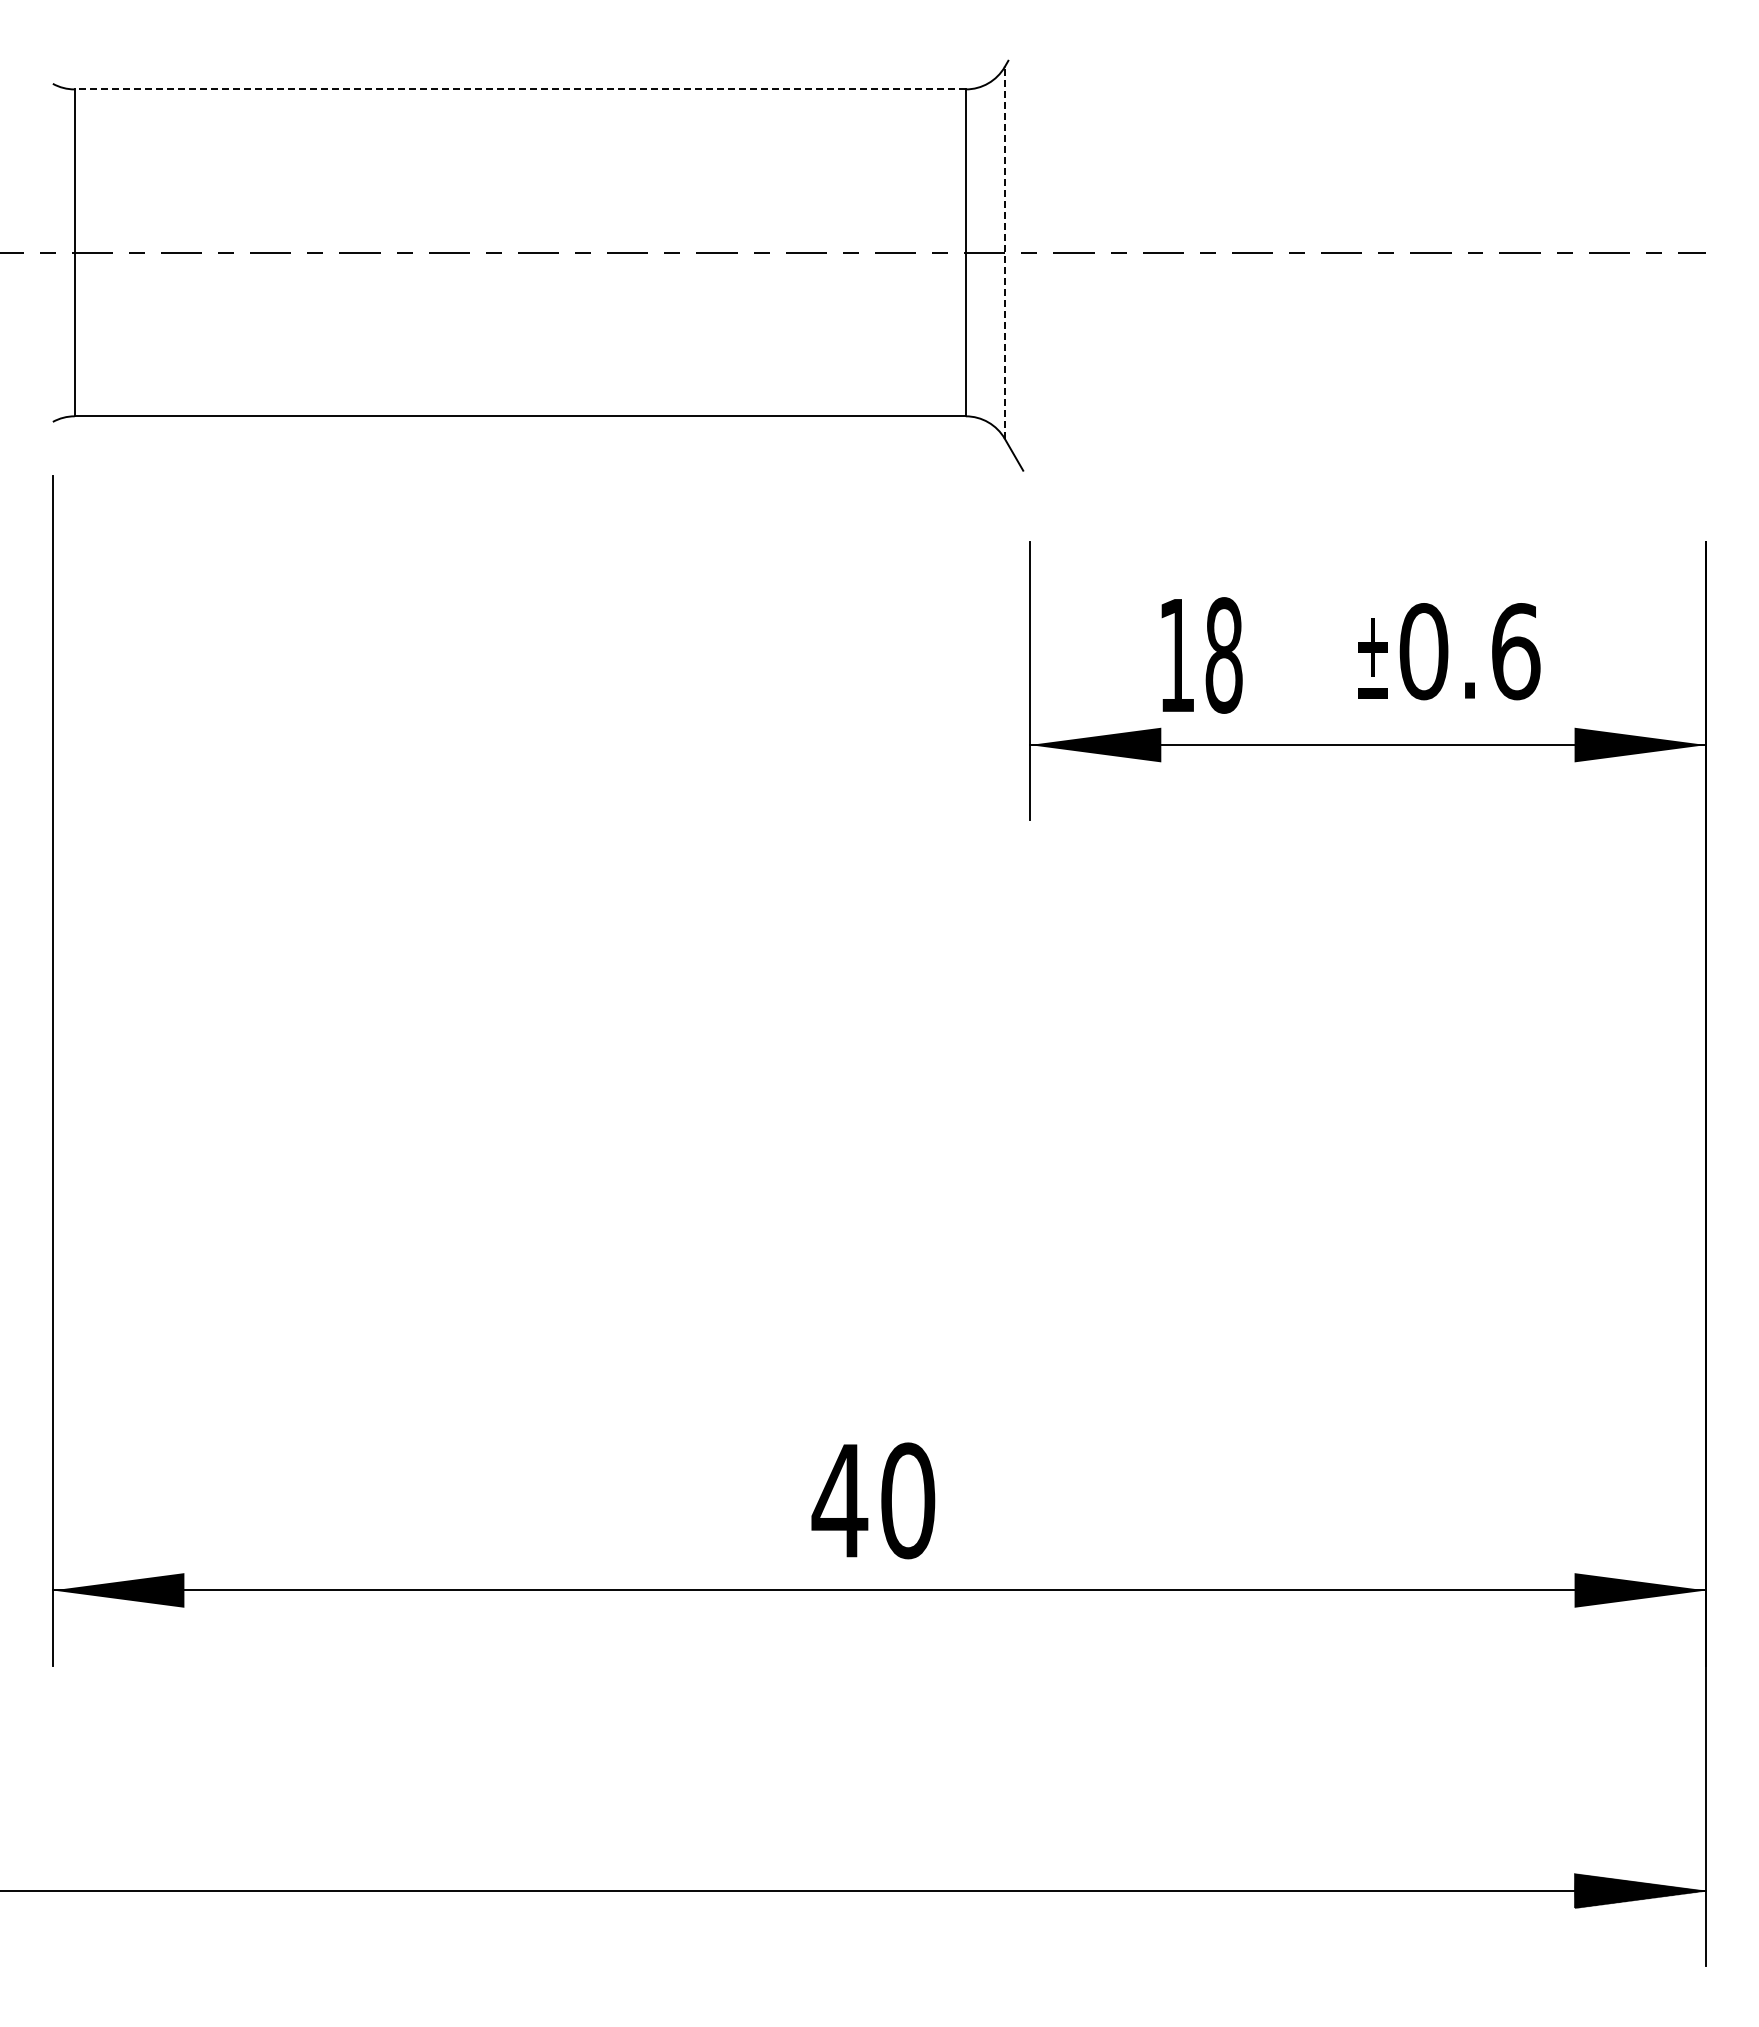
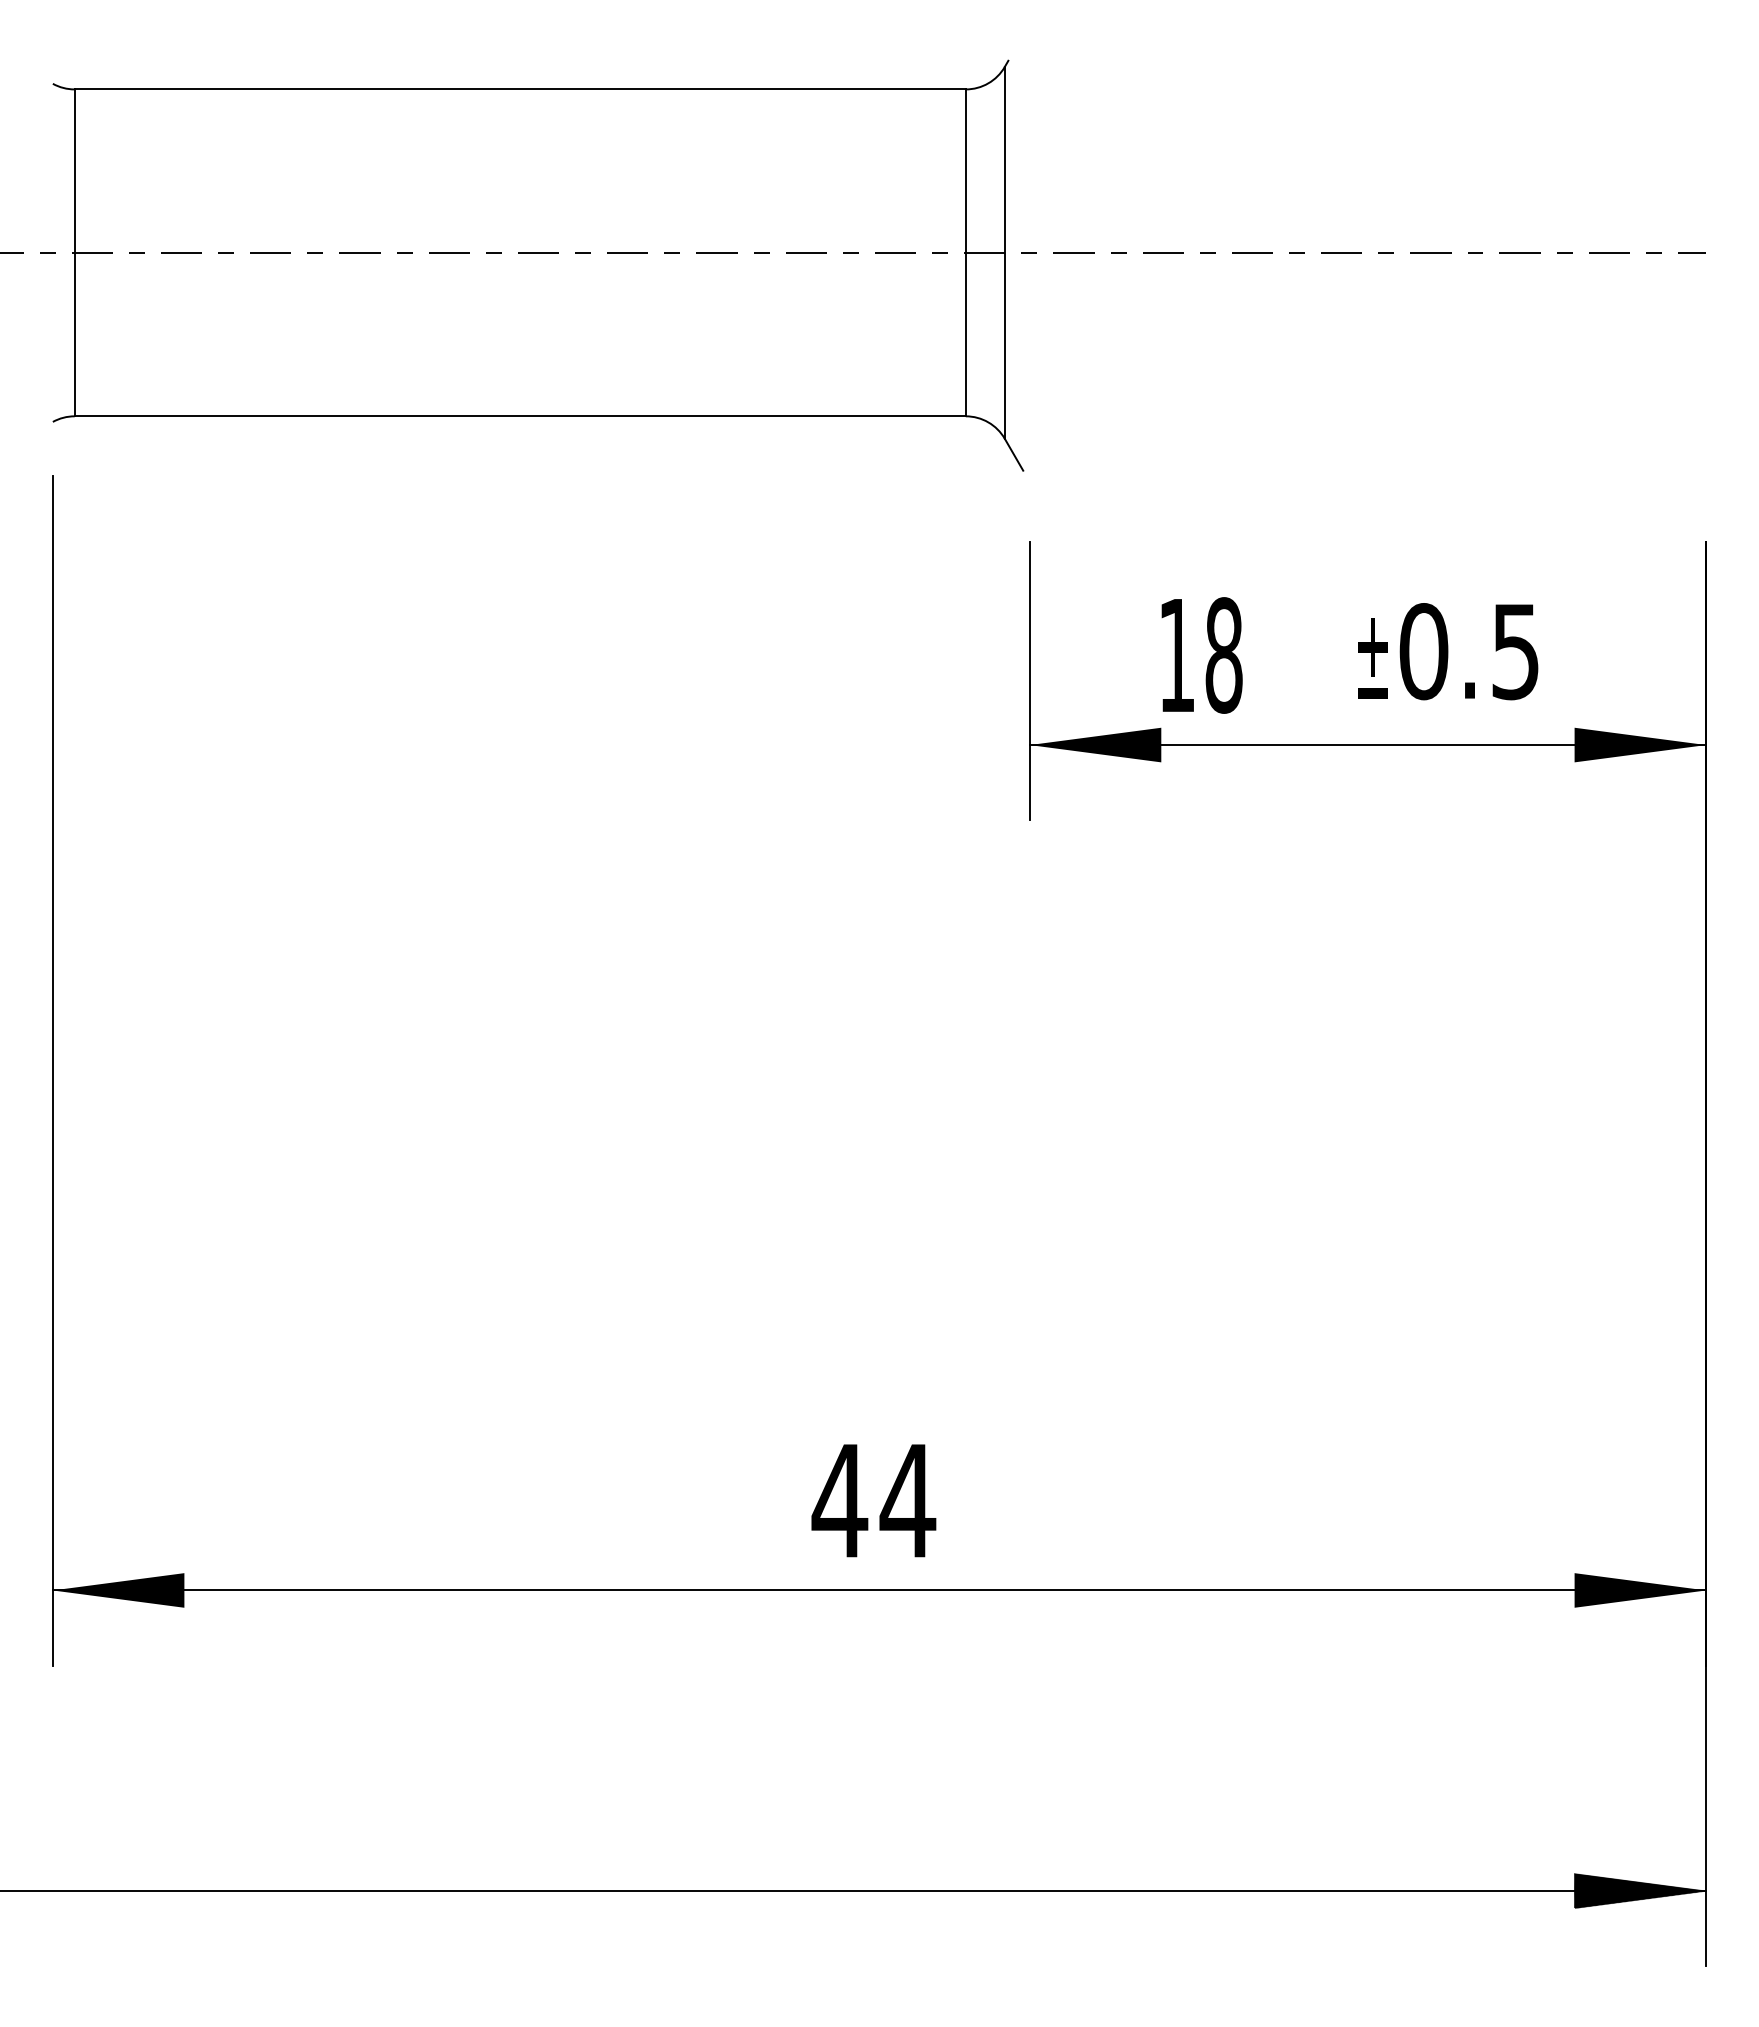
line at (520, 89): dashed -> solid
line at (1004, 252): dashed -> solid
text at (1516, 651): 0.6 -> 0.5
text at (907, 1500): 40 -> 44
